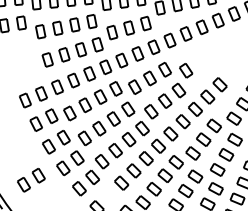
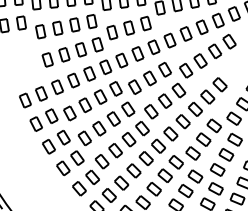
part at (214, 51): none -> present
part at (31, 180): present -> none
part at (108, 195): none -> present
